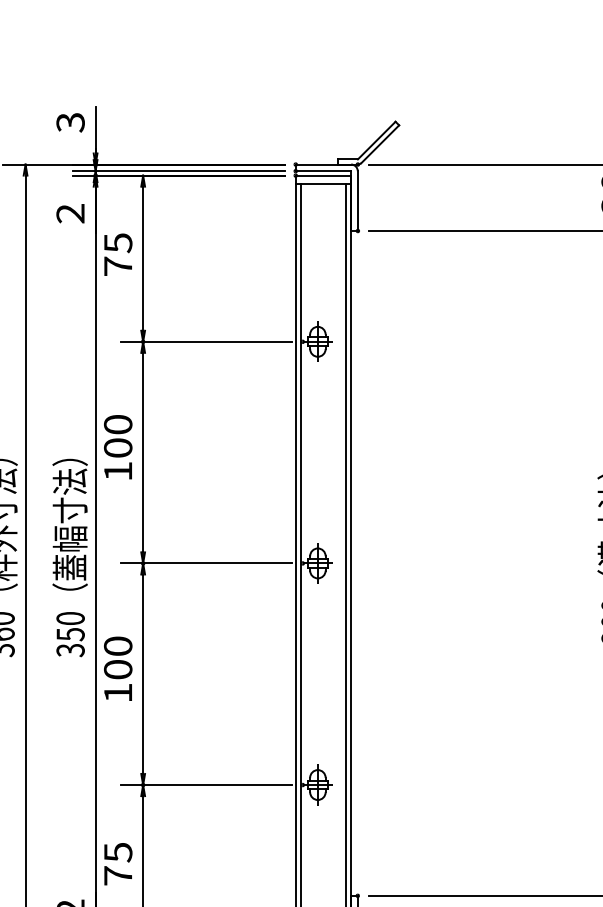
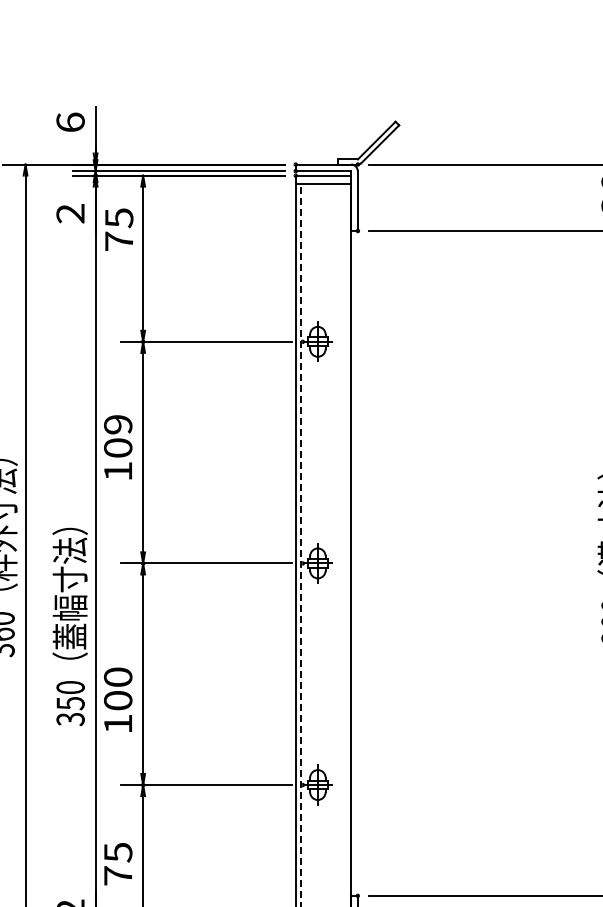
text at (70, 122): 3 -> 6
text at (118, 254) position: (118, 254) -> (119, 229)
text at (118, 424): 100 -> 109
line at (345, 543): present -> none
line at (301, 545): solid -> dashed
text at (69, 557) position: (69, 557) -> (69, 626)
text at (118, 668) position: (118, 668) -> (118, 699)
